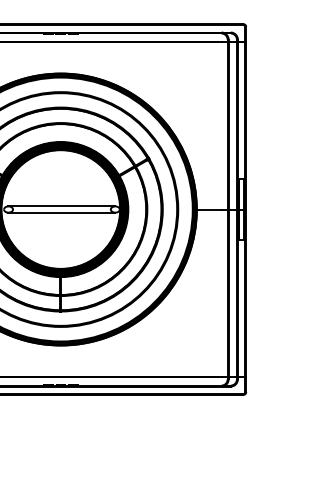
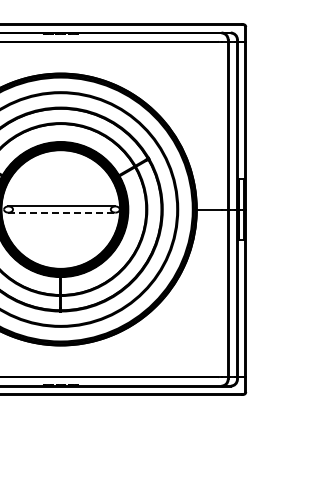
line at (62, 212): solid -> dashed
